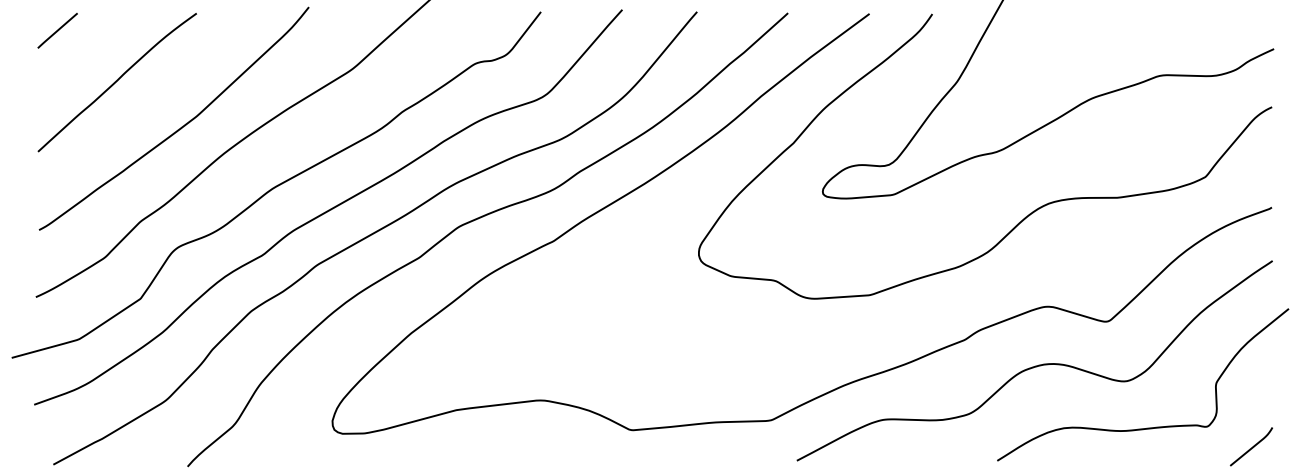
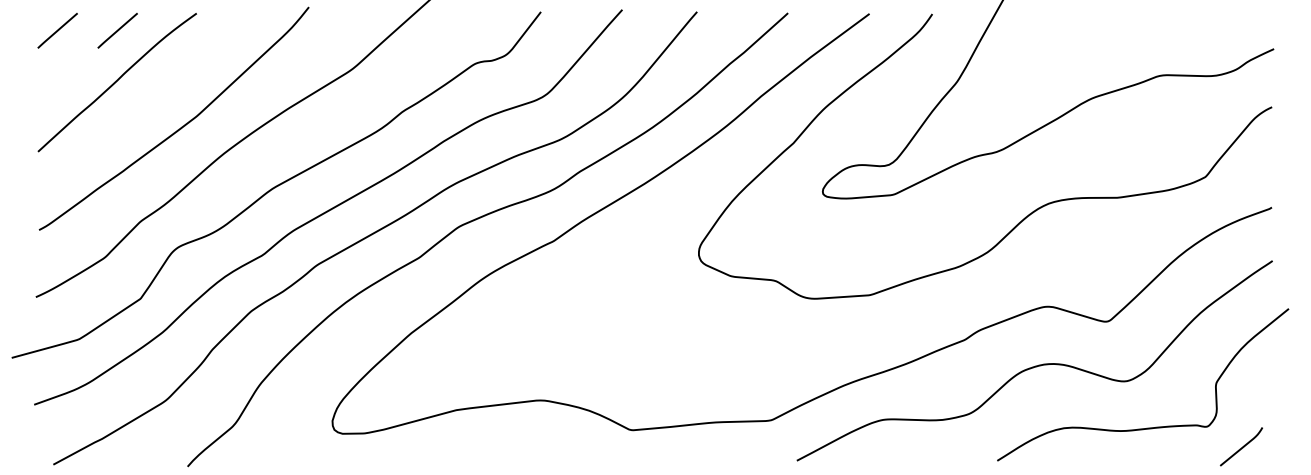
line at (117, 30): none -> present
curve at (1252, 446) position: (1252, 446) -> (1242, 446)
